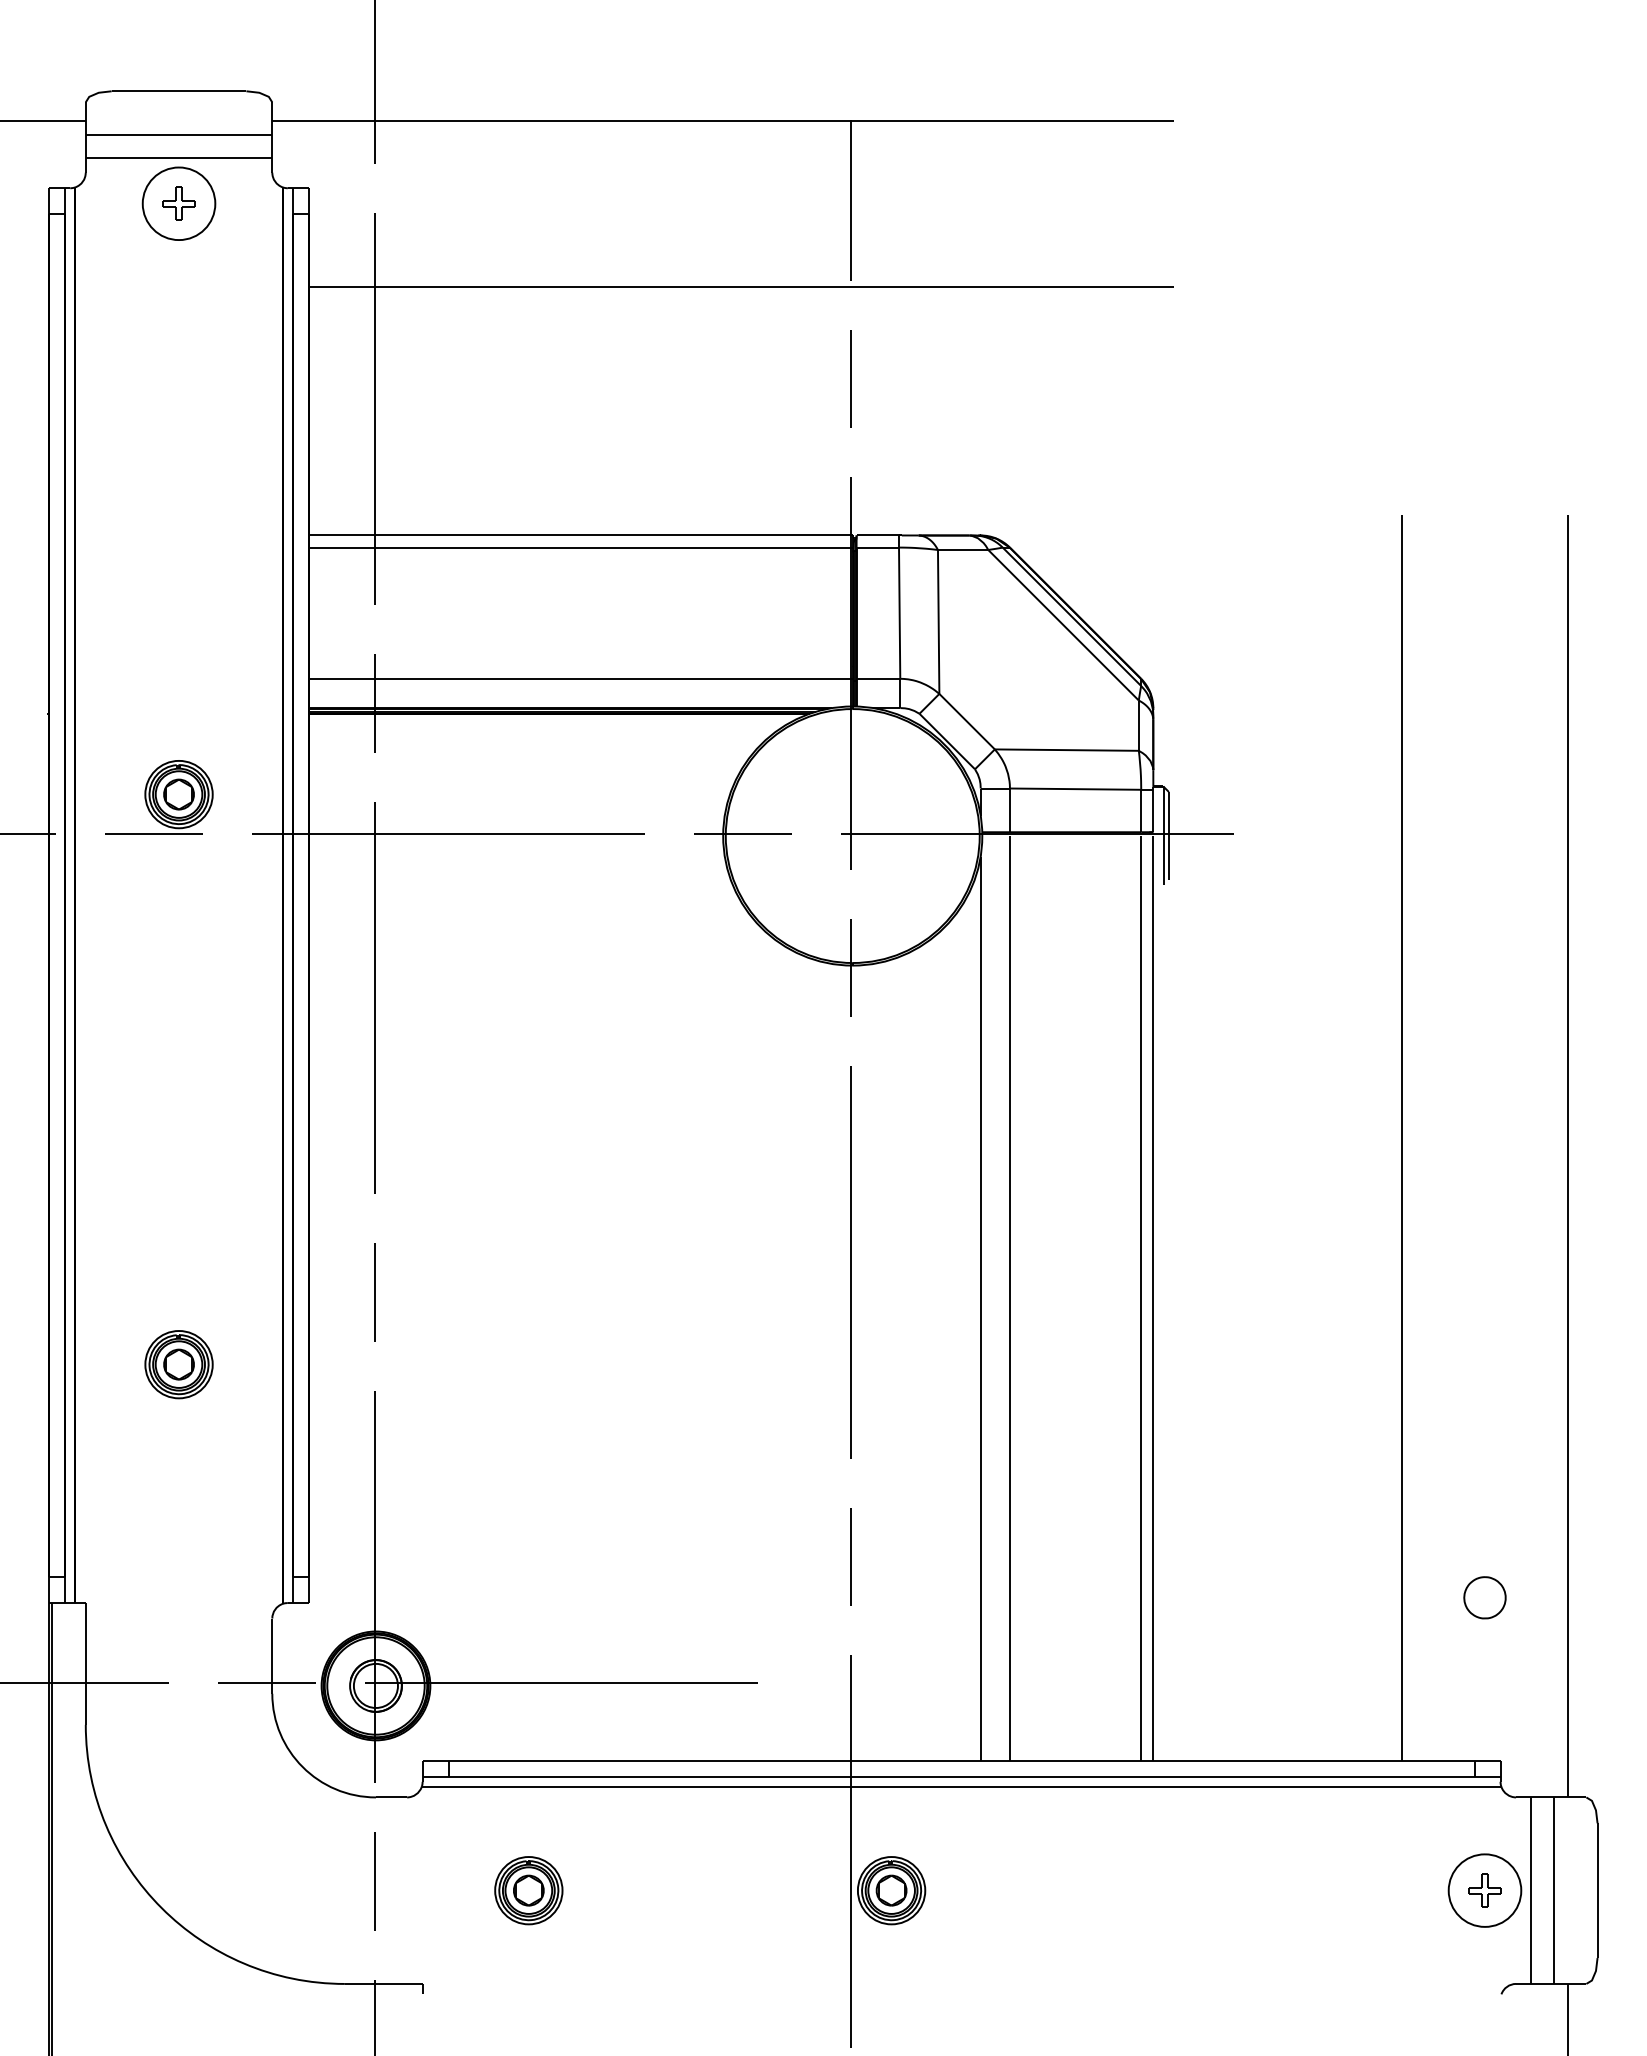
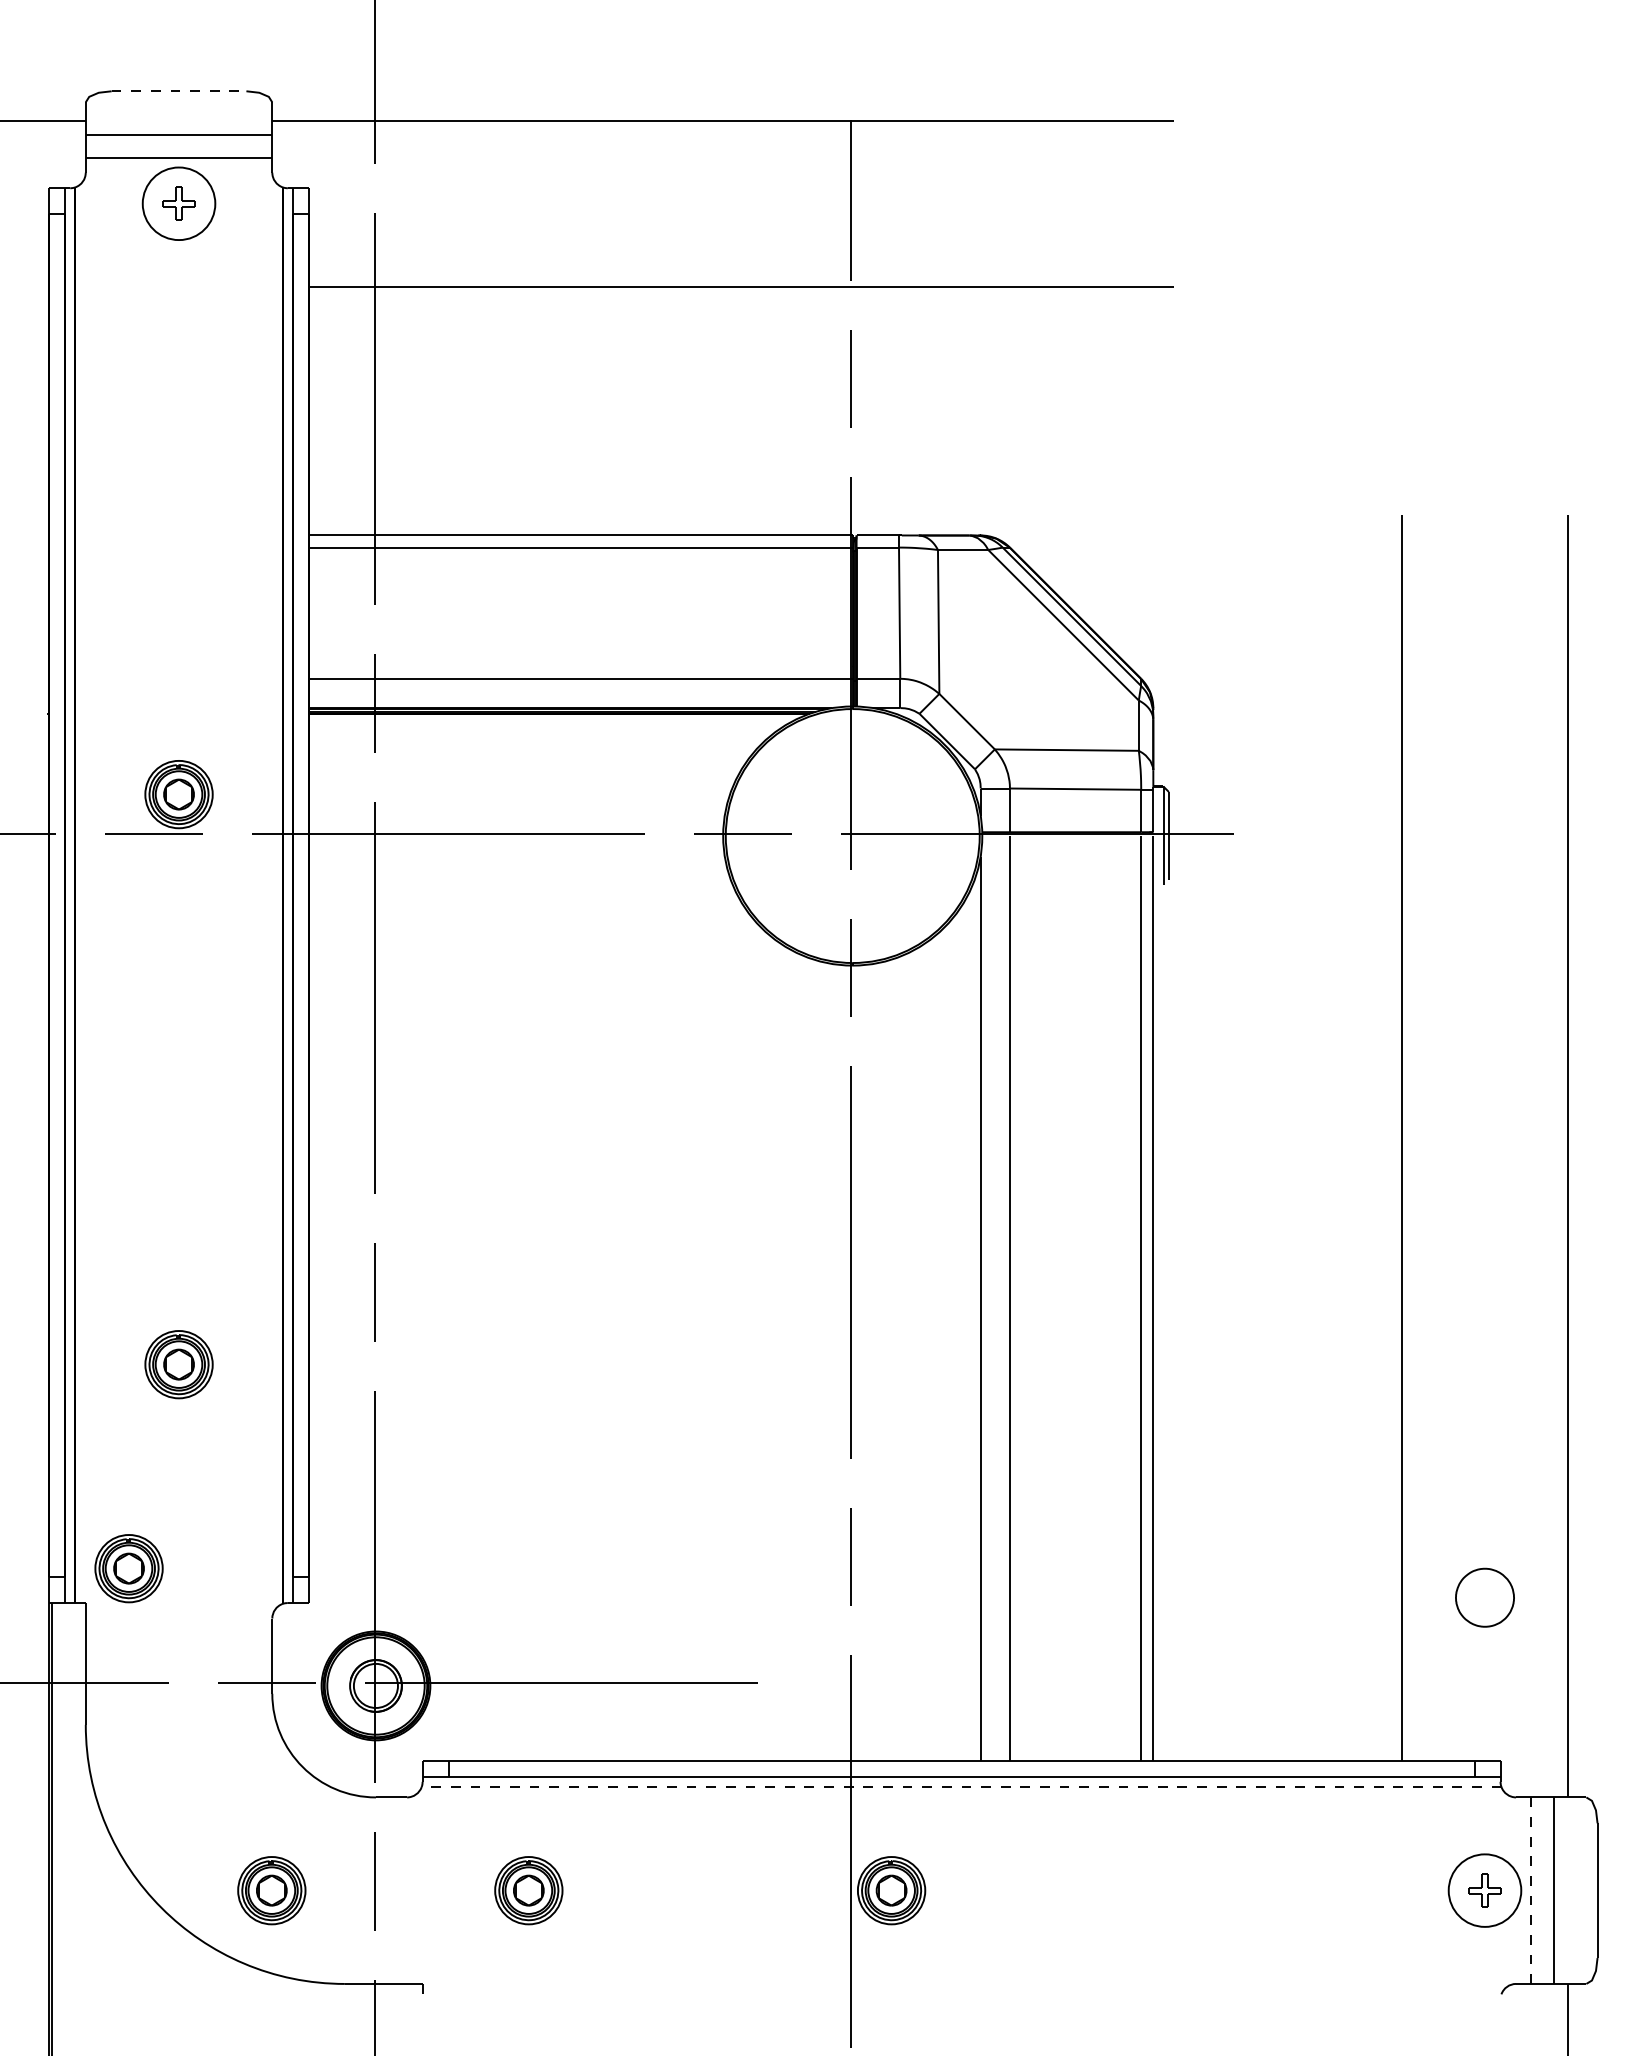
line at (179, 91): solid -> dashed
part at (128, 1568): none -> present
part at (1484, 1597) size: 44x44 px -> 60x61 px
line at (961, 1787): solid -> dashed
part at (271, 1890): none -> present
line at (1530, 1890): solid -> dashed
